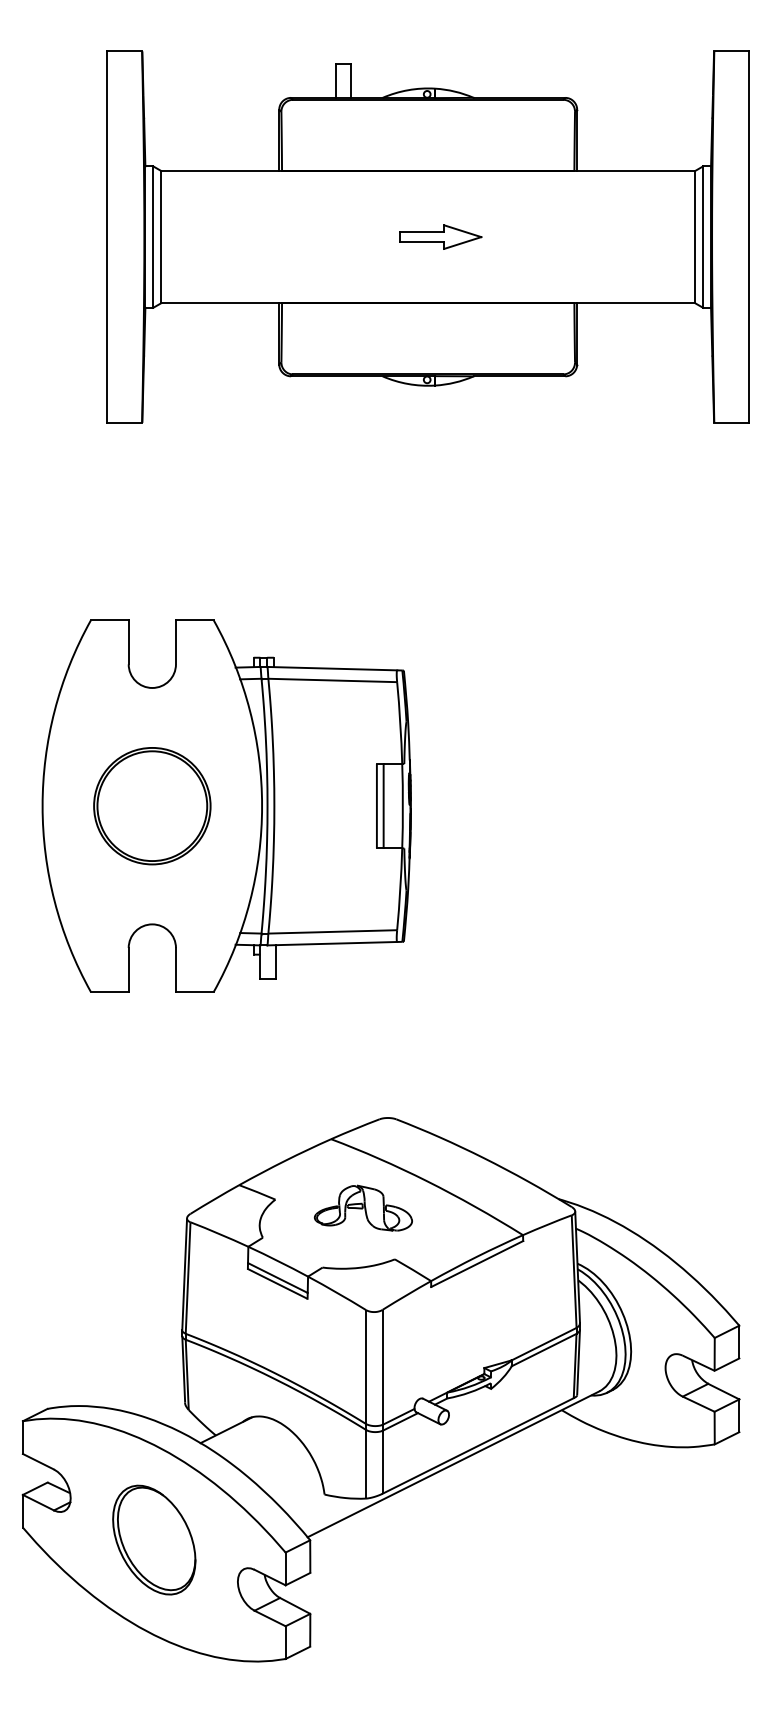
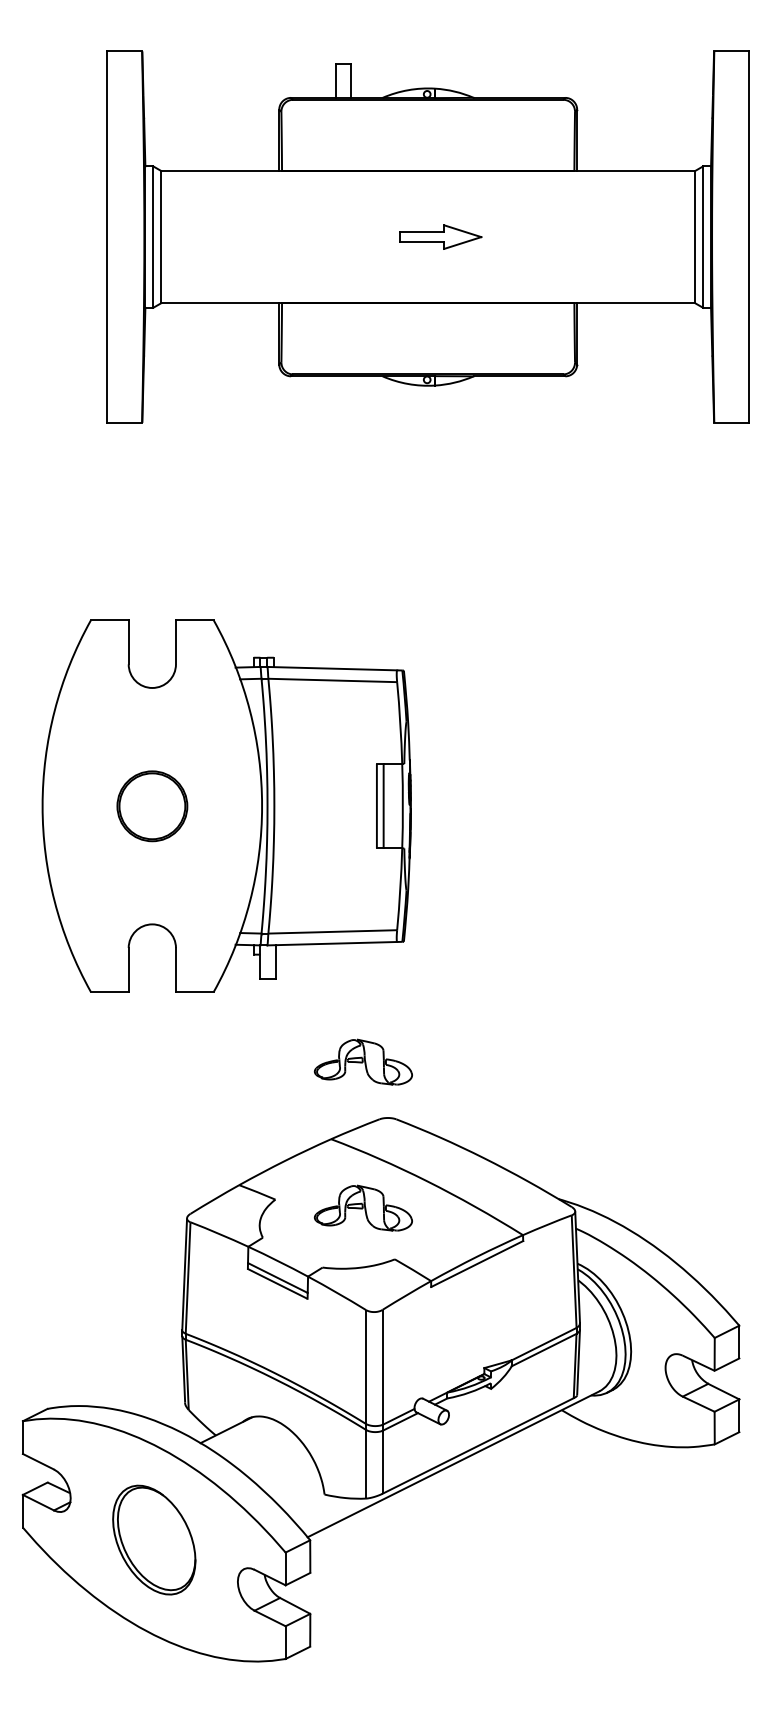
part at (152, 806) size: 119x119 px -> 73x73 px
part at (362, 1061): none -> present
